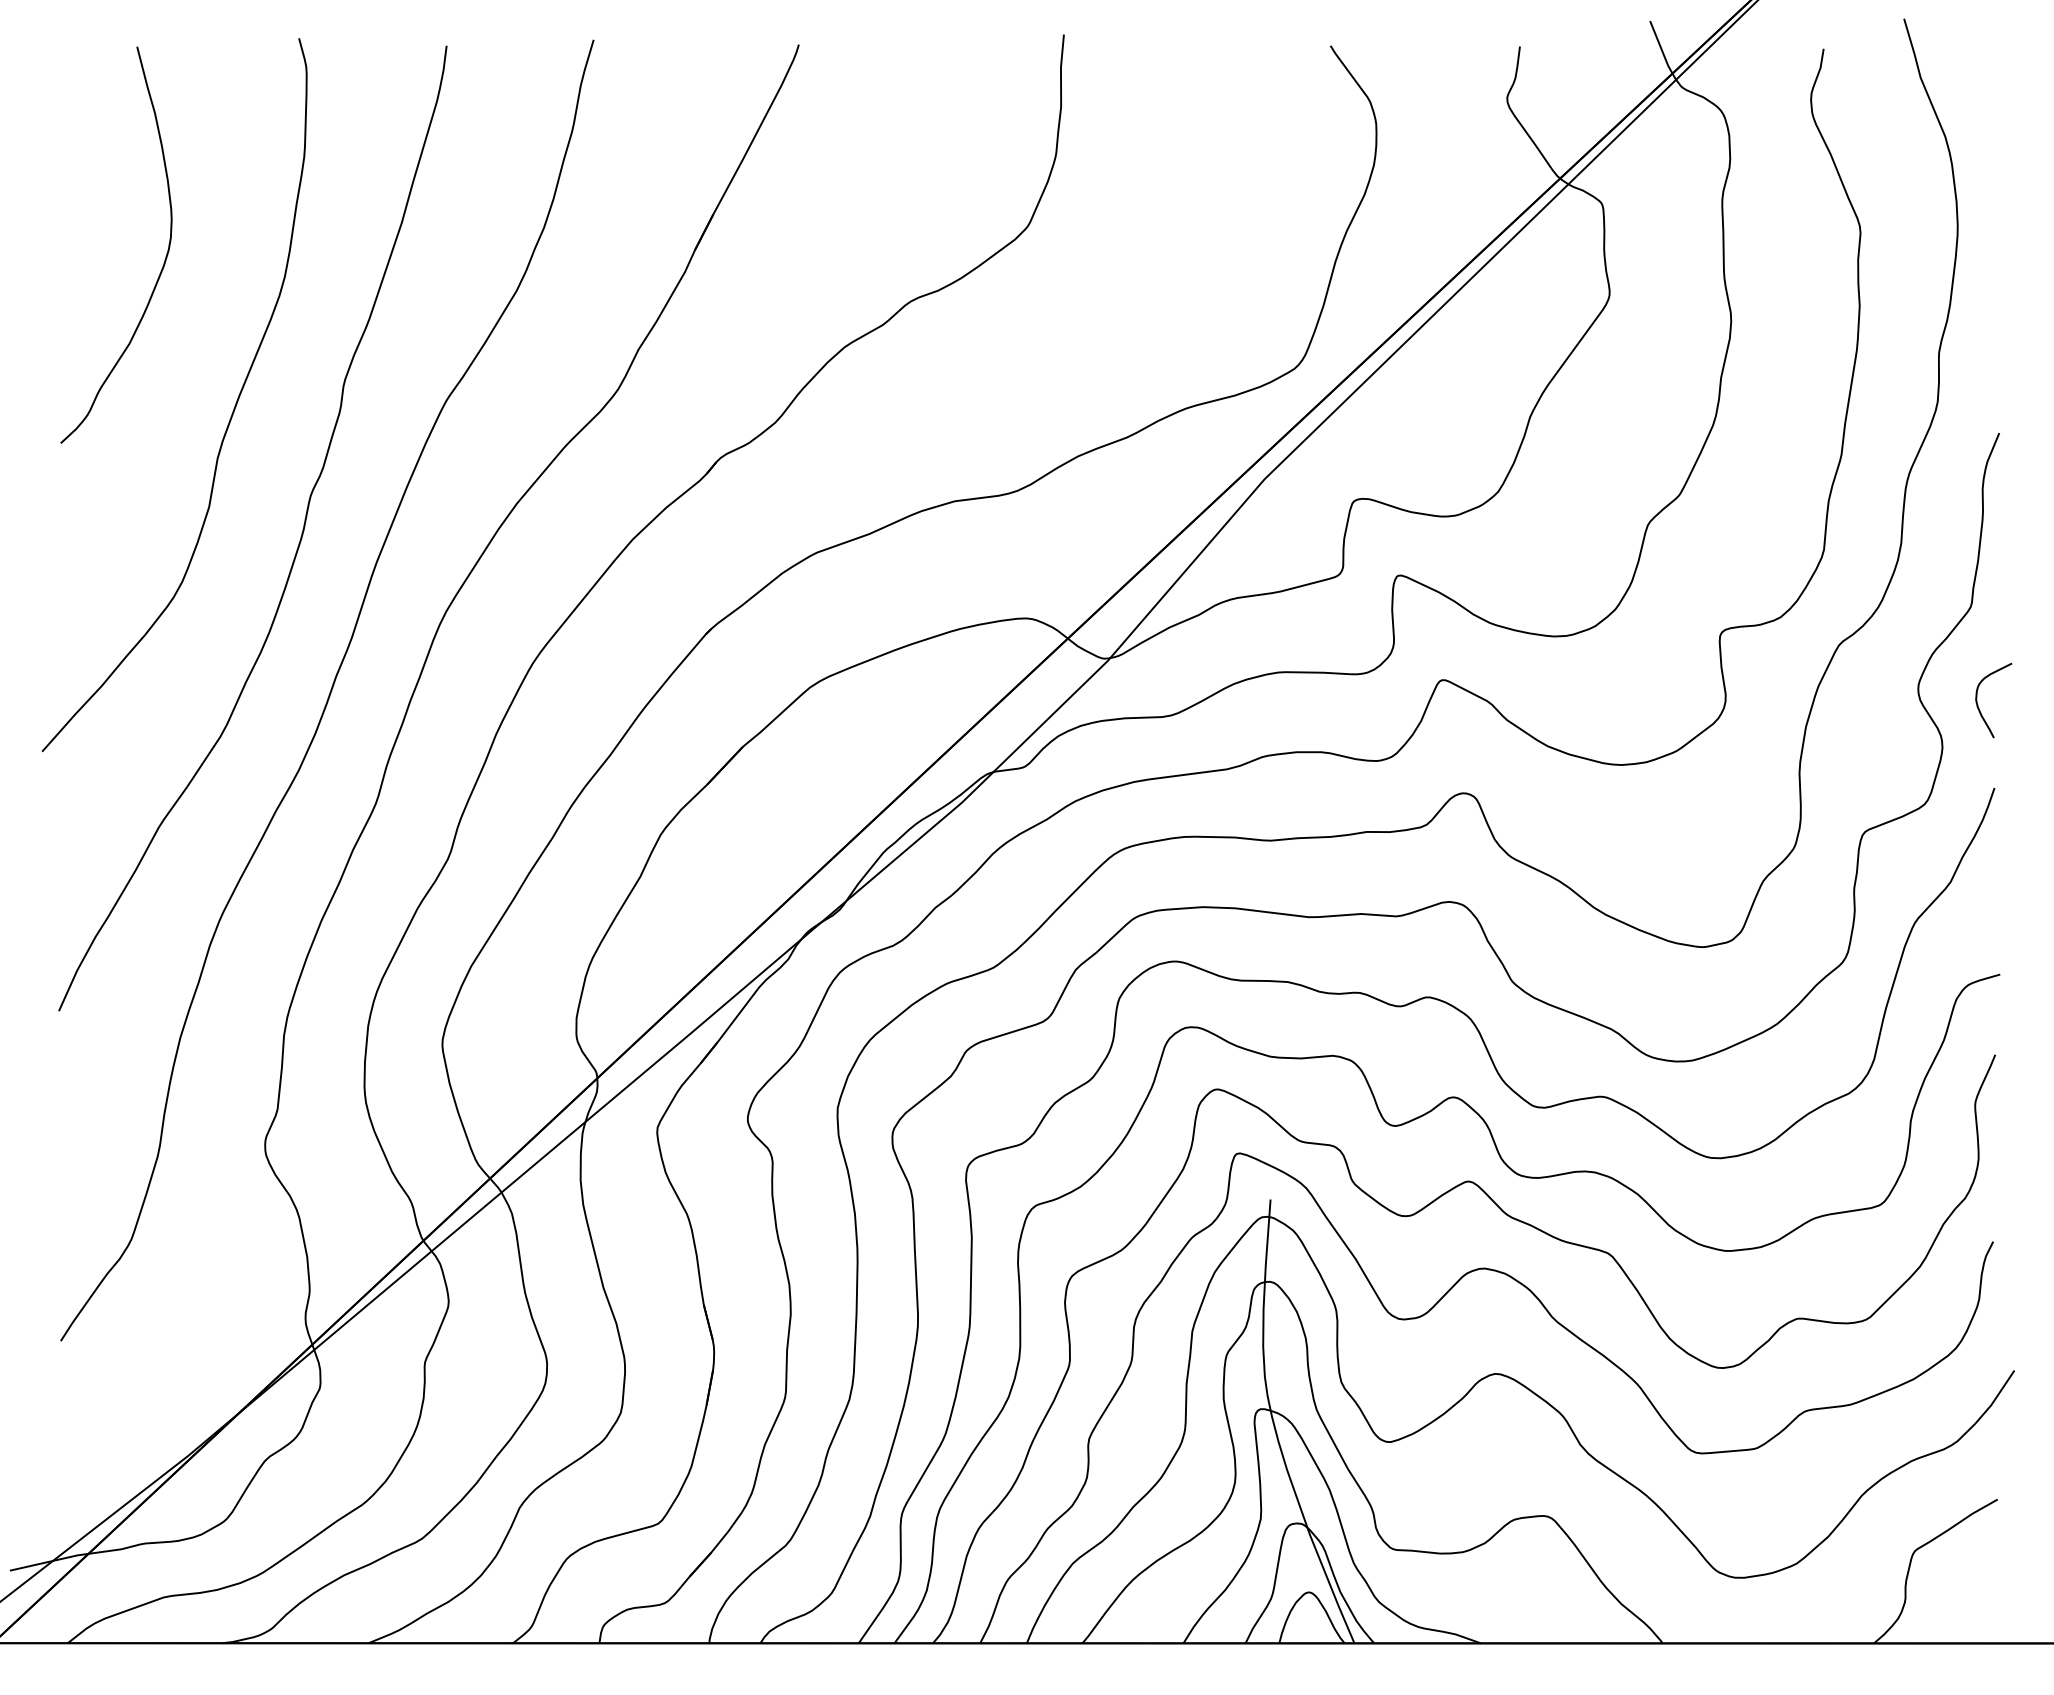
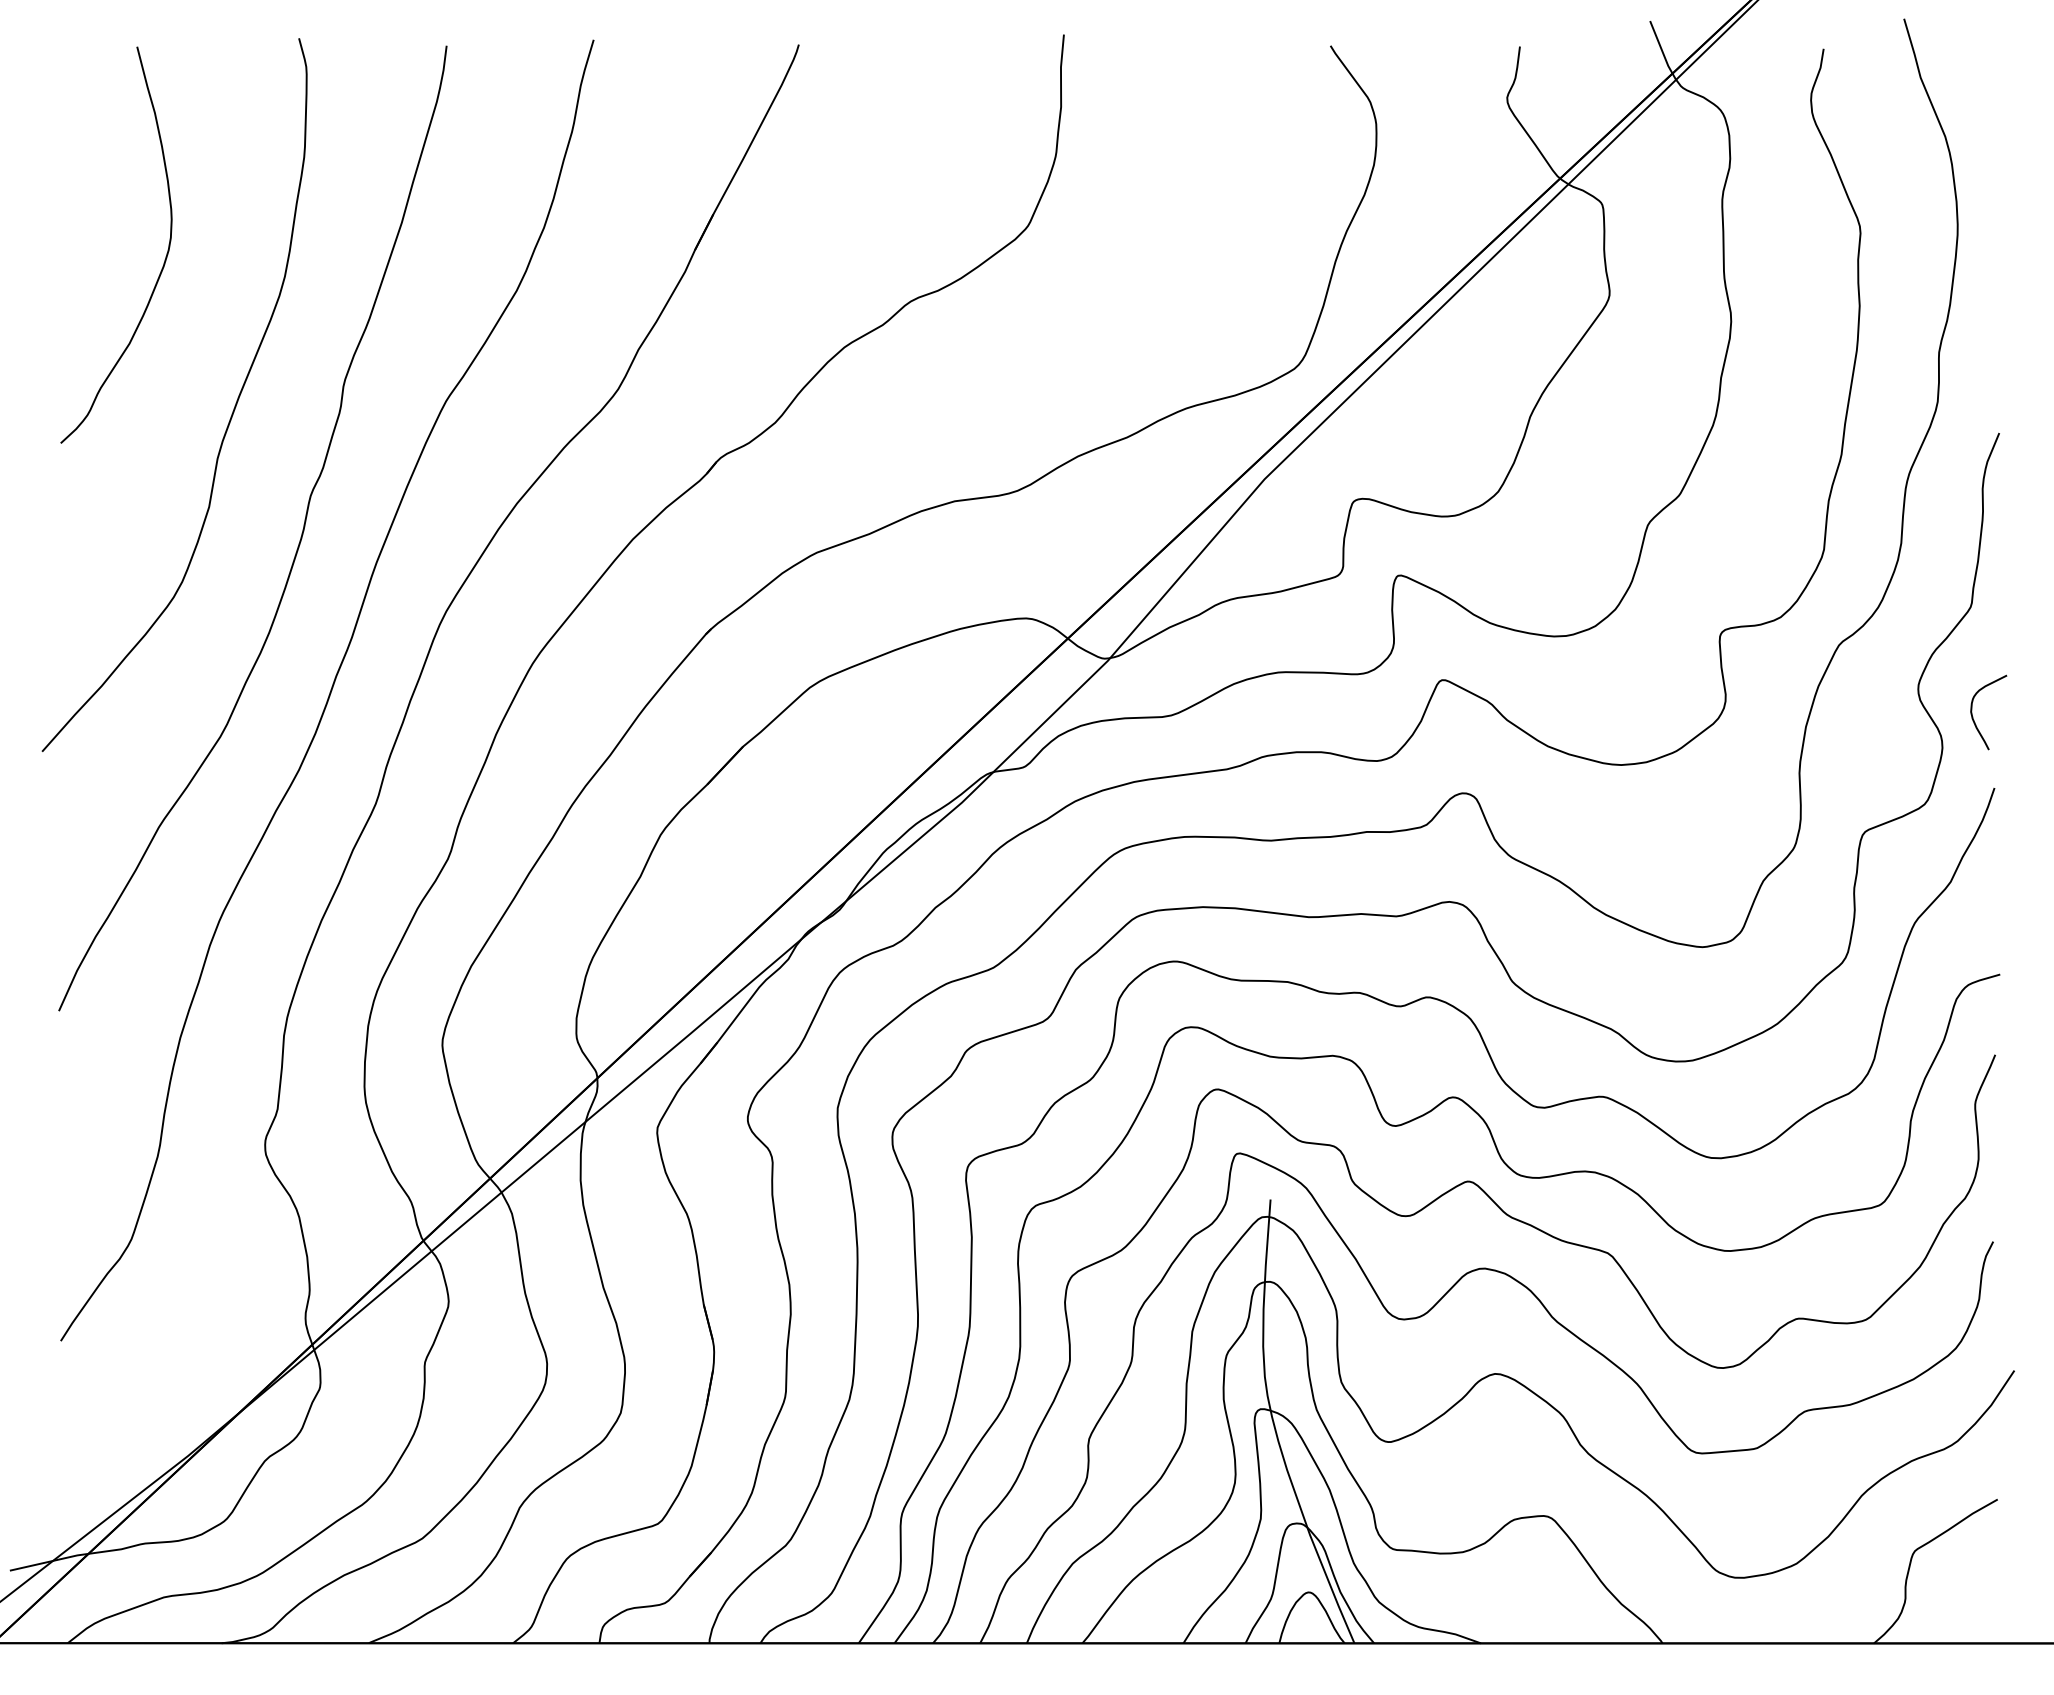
curve at (1978, 704) position: (1978, 704) -> (1973, 716)
